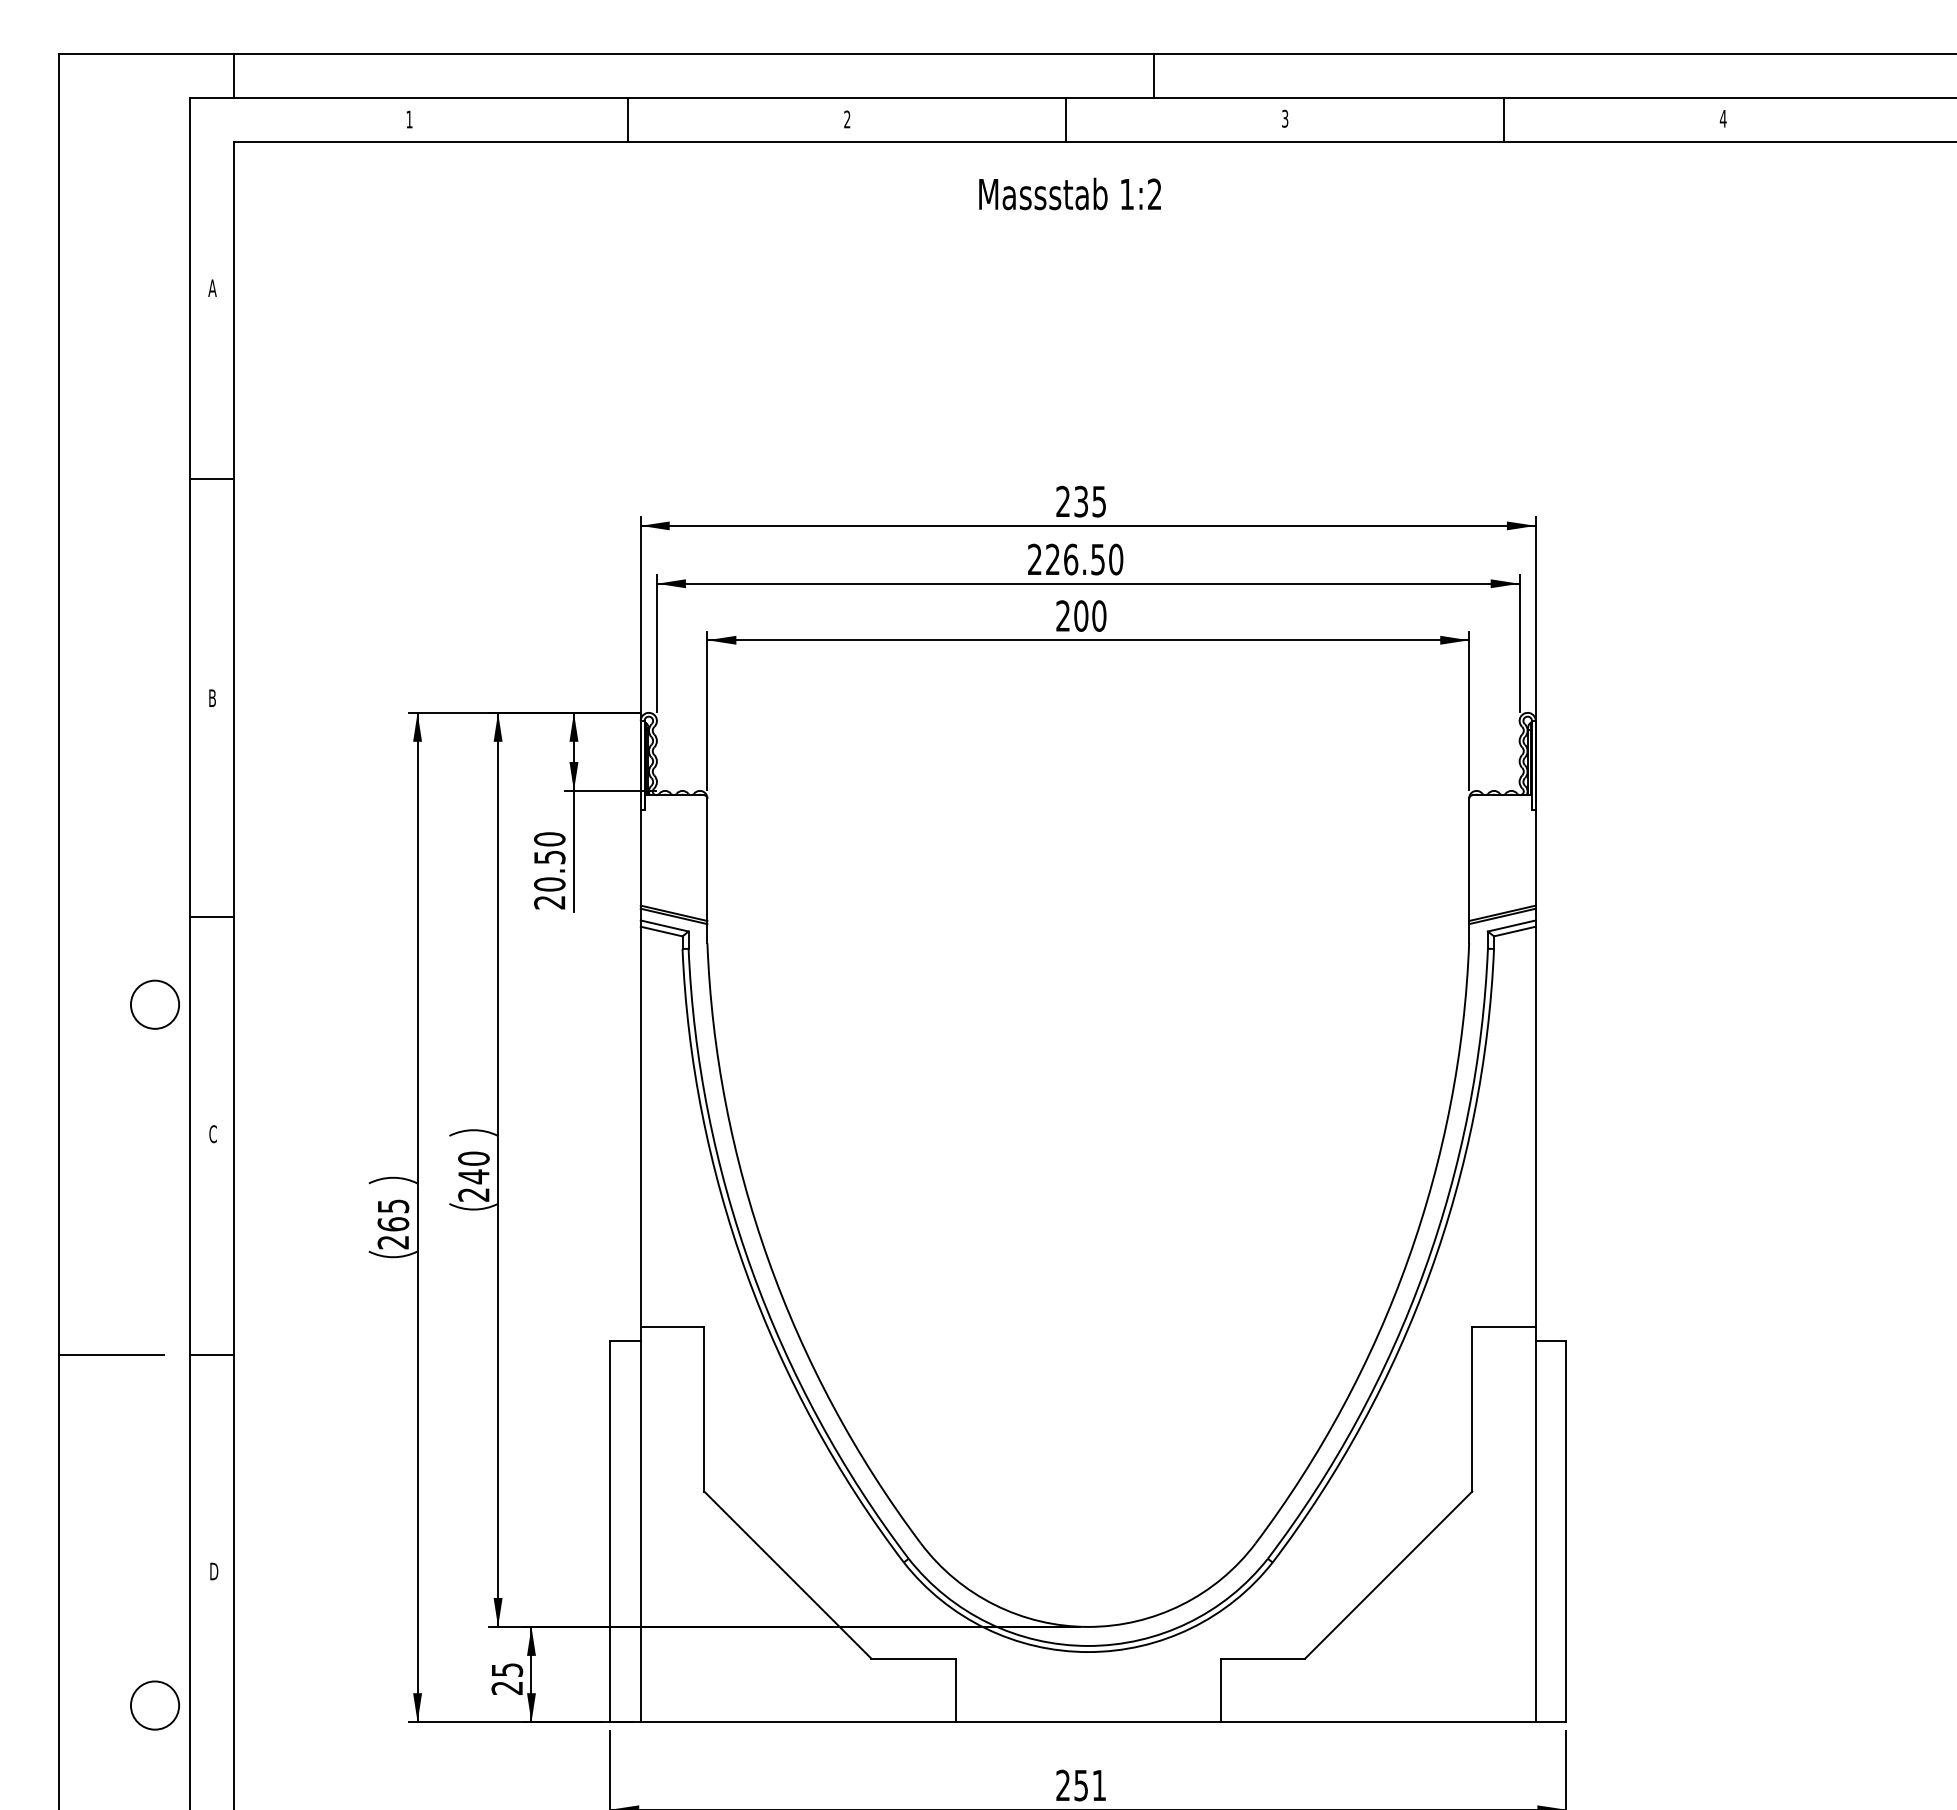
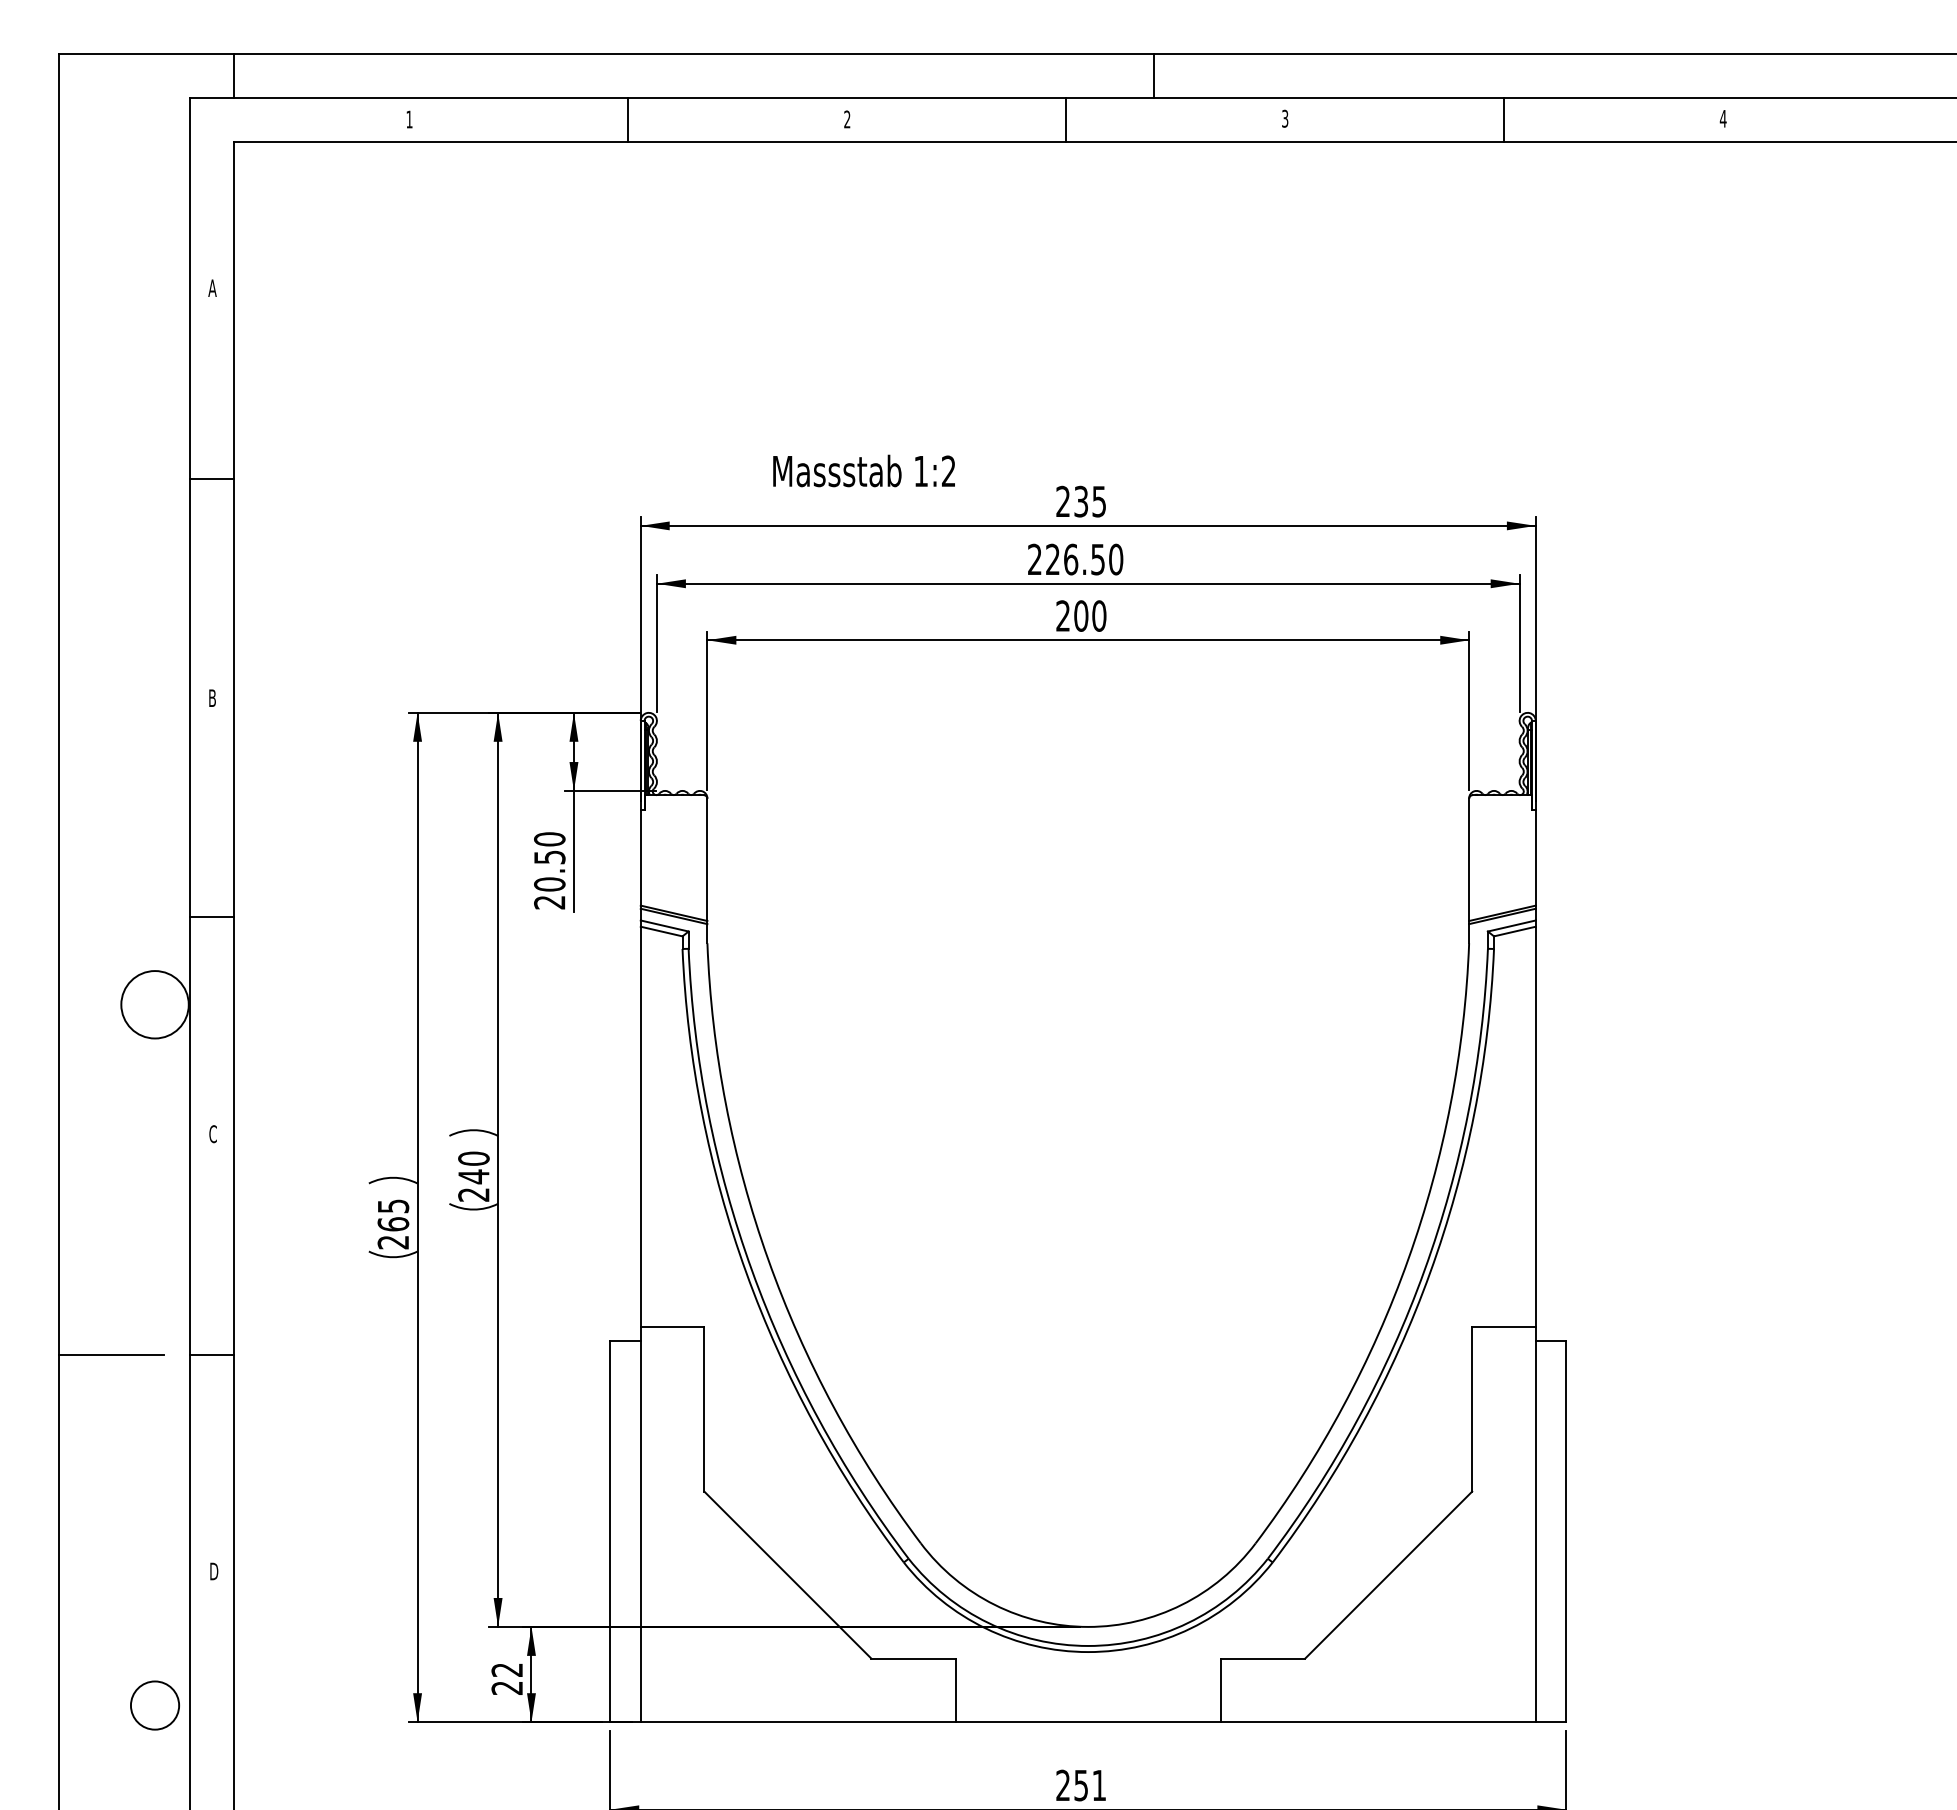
text at (1069, 193) position: (1069, 193) -> (863, 470)
circle at (154, 1004) diameter: 48 px -> 67 px
text at (507, 1669): 25 -> 22
